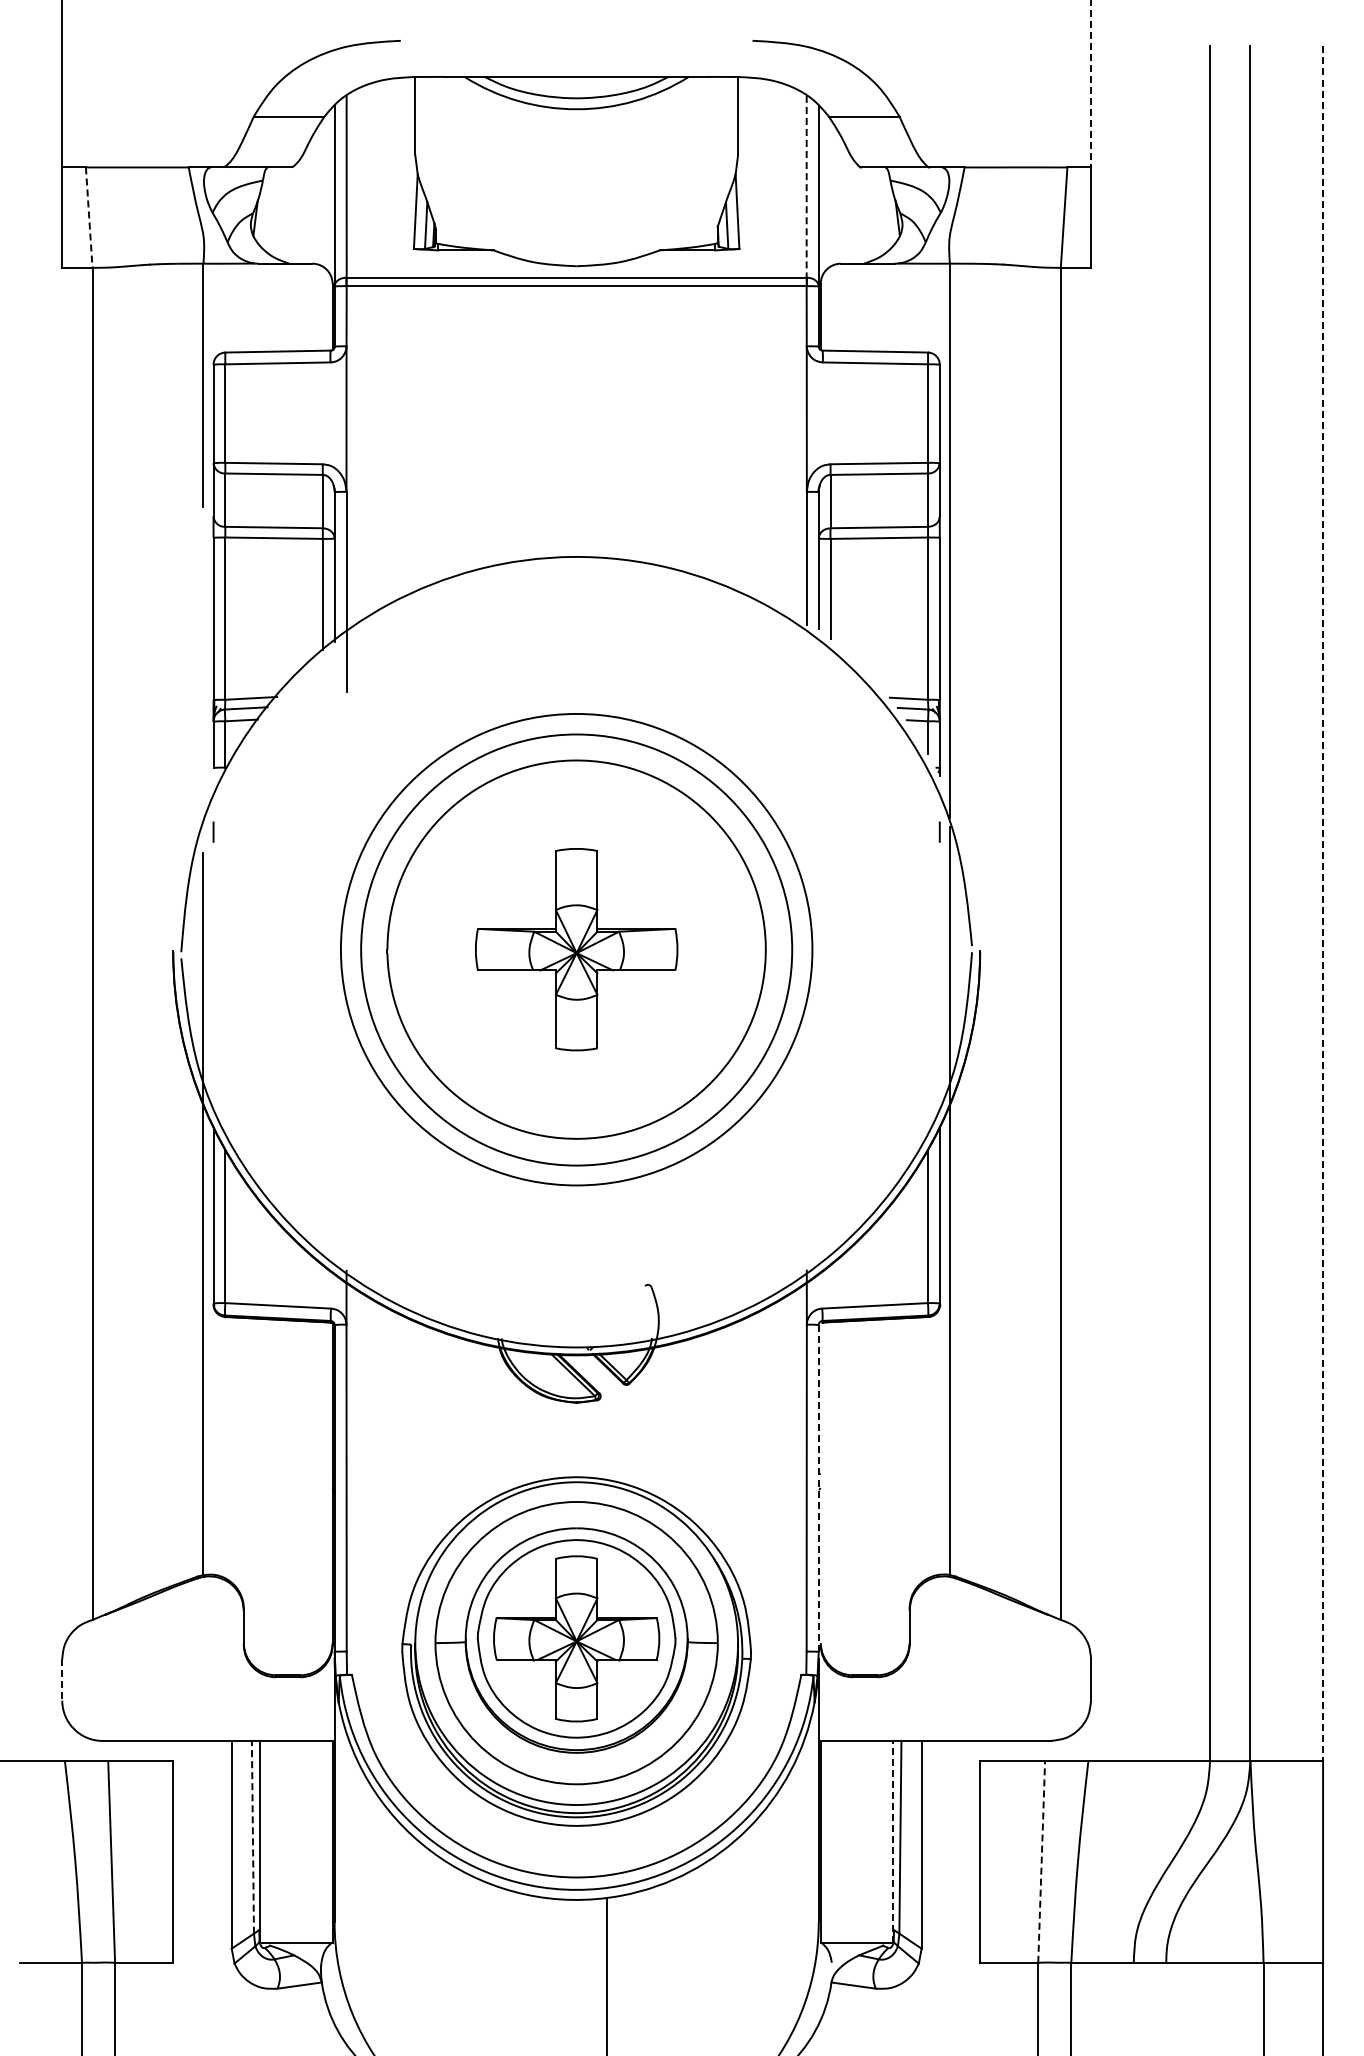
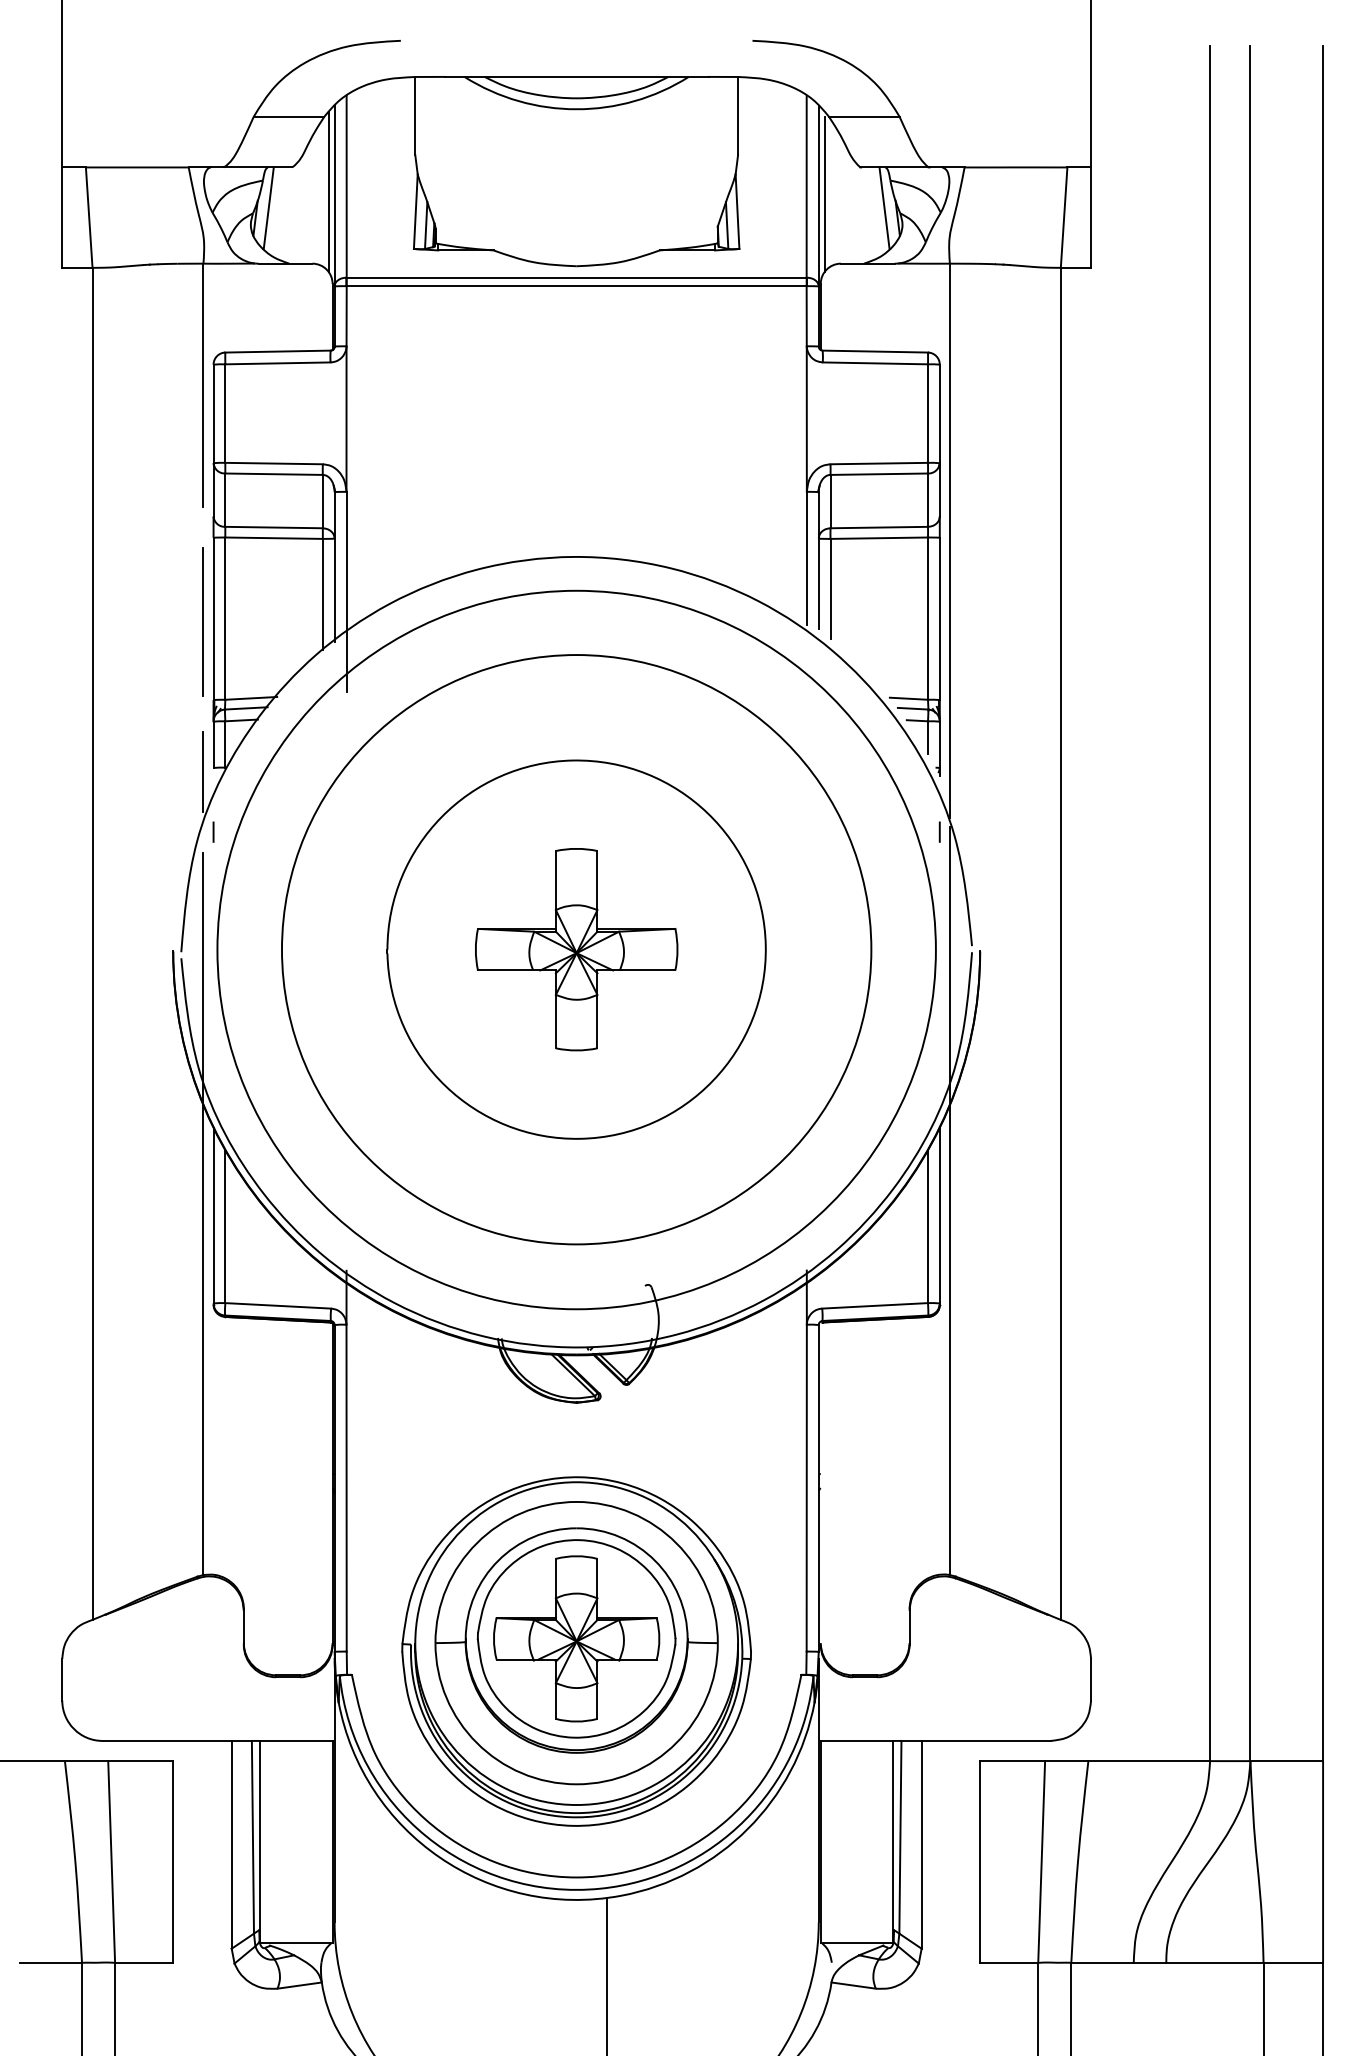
line at (1091, 84): dashed -> solid
line at (806, 186): dashed -> solid
line at (328, 191): none -> present
line at (824, 194): none -> present
line at (268, 208): none -> present
line at (884, 208): none -> present
line at (89, 218): dashed -> solid
line at (202, 621): none -> present
line at (203, 771): none -> present
line at (1323, 904): dashed -> solid
circle at (576, 949) diameter: 431 px -> 718 px
circle at (576, 949) diameter: 471 px -> 589 px
line at (818, 1488): dashed -> solid
line at (62, 1679): dashed -> solid
line at (252, 1836): dashed -> solid
line at (893, 1841): dashed -> solid
line at (1041, 1861): dashed -> solid
